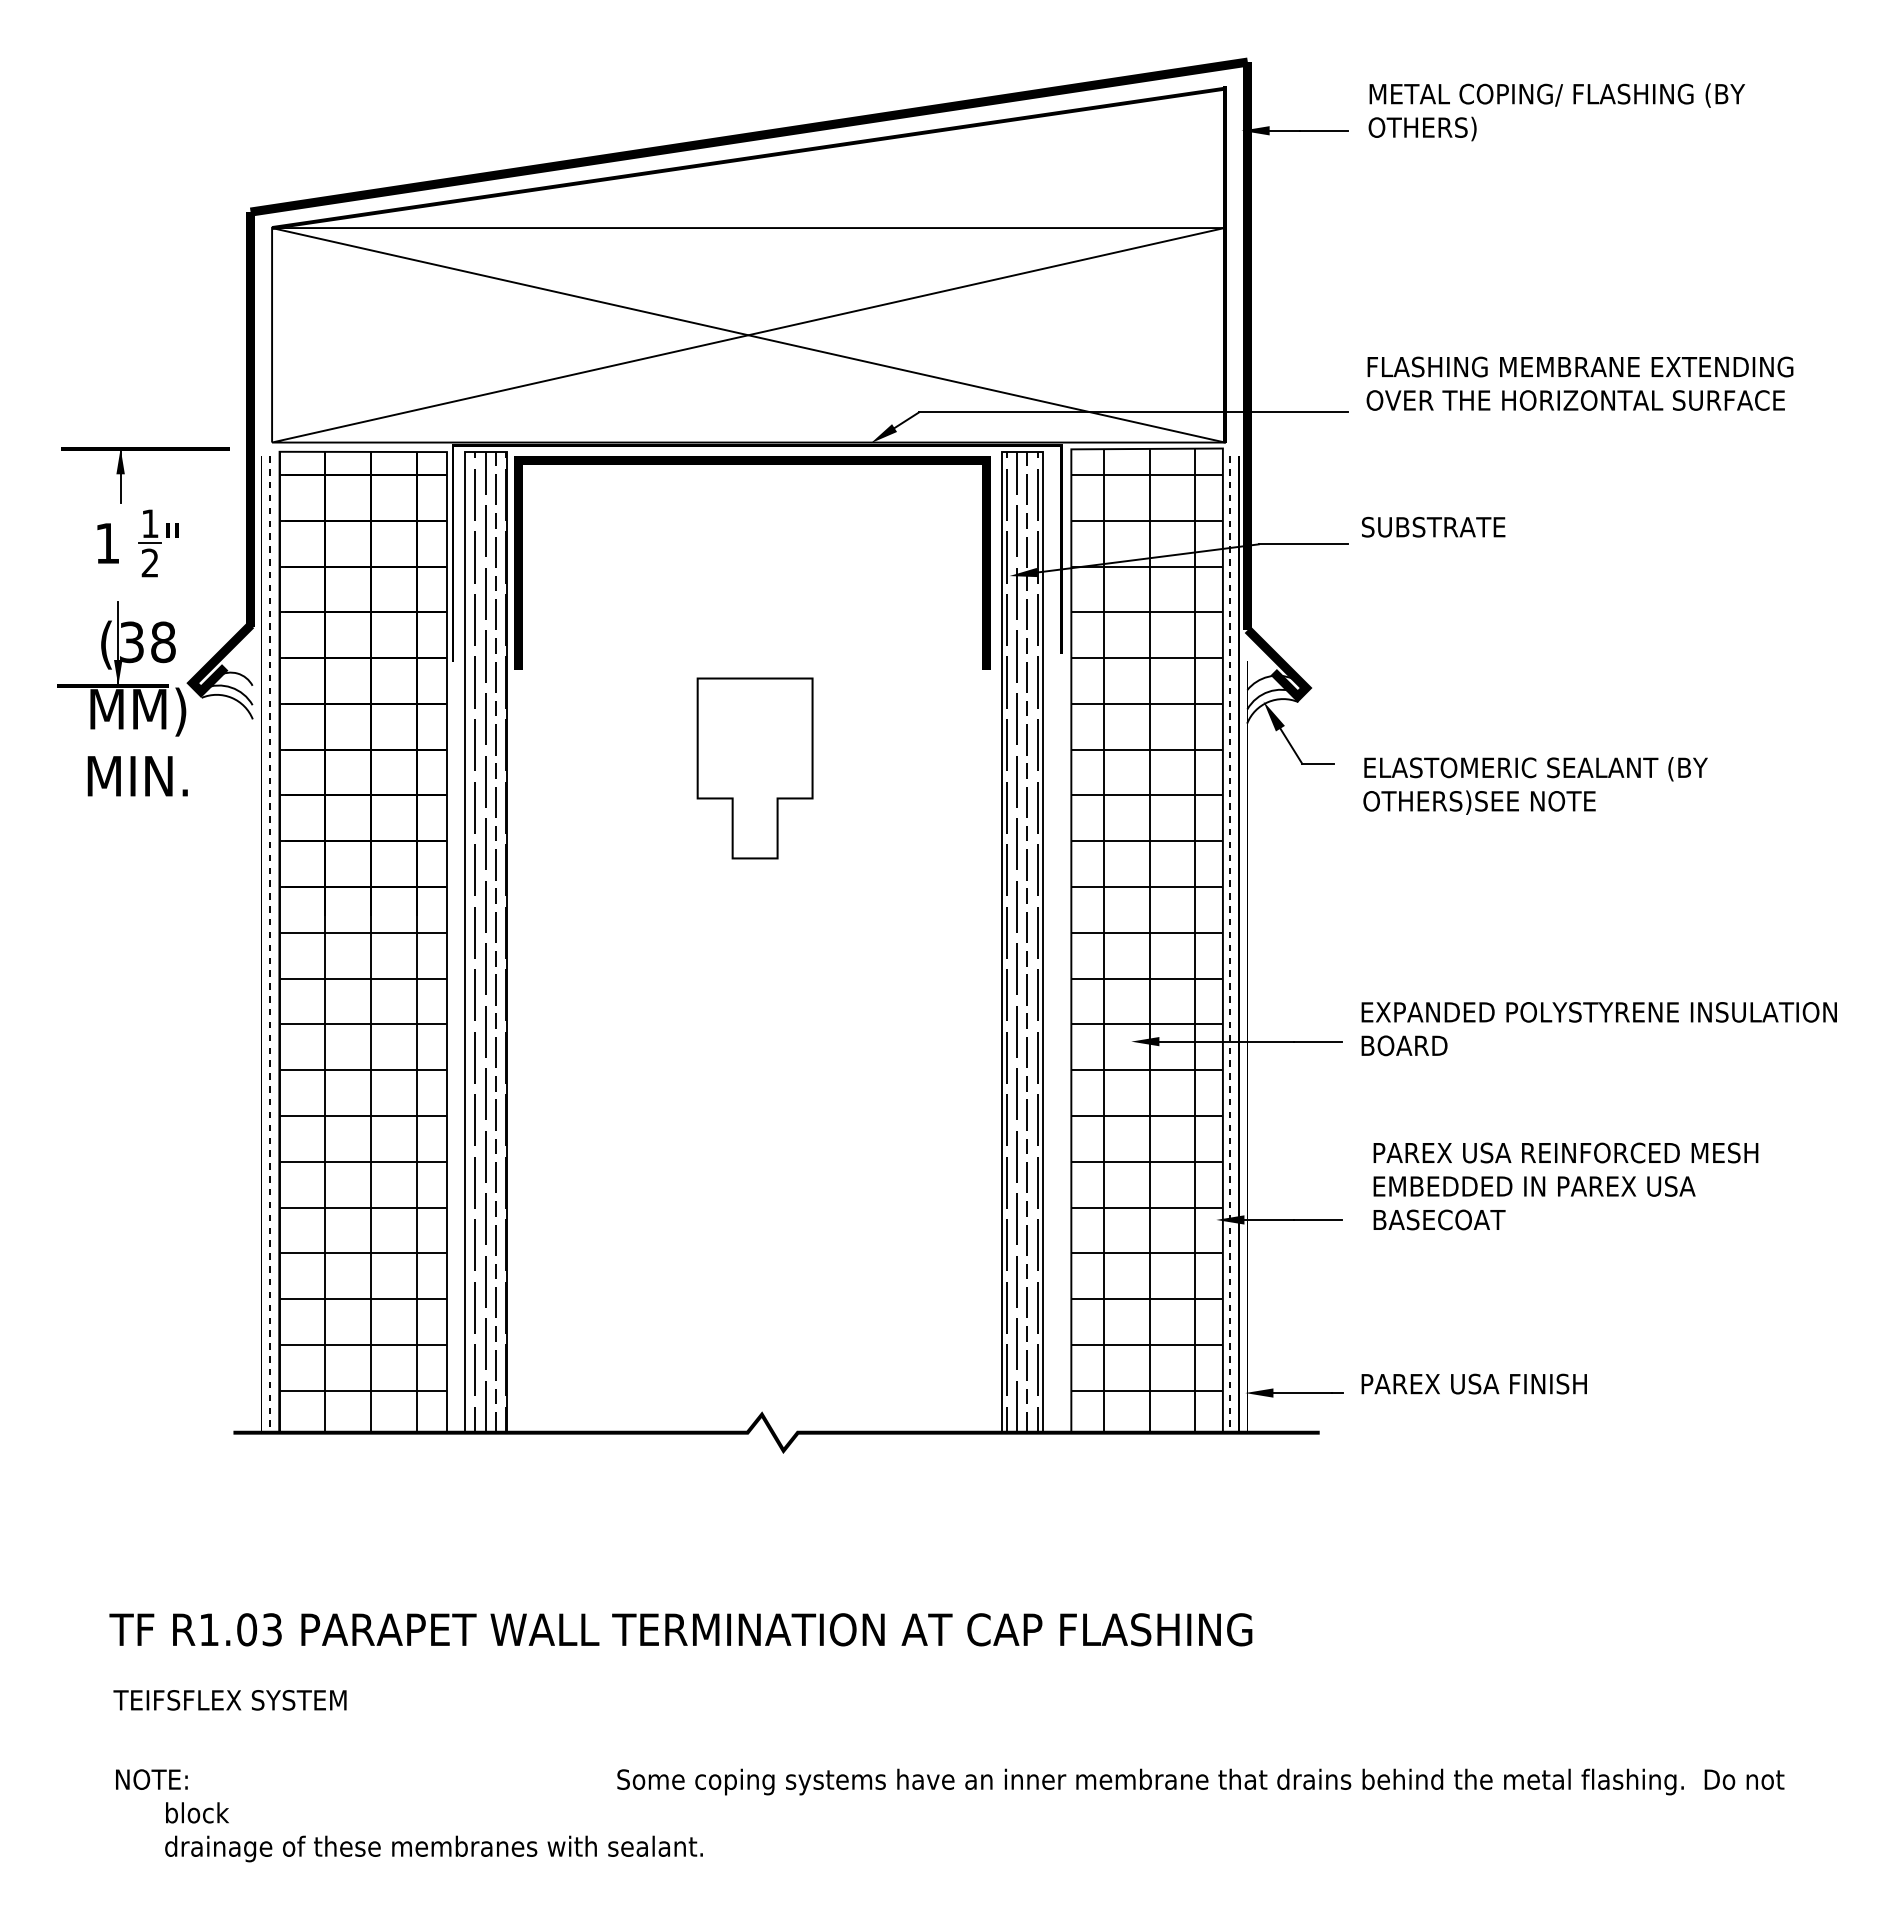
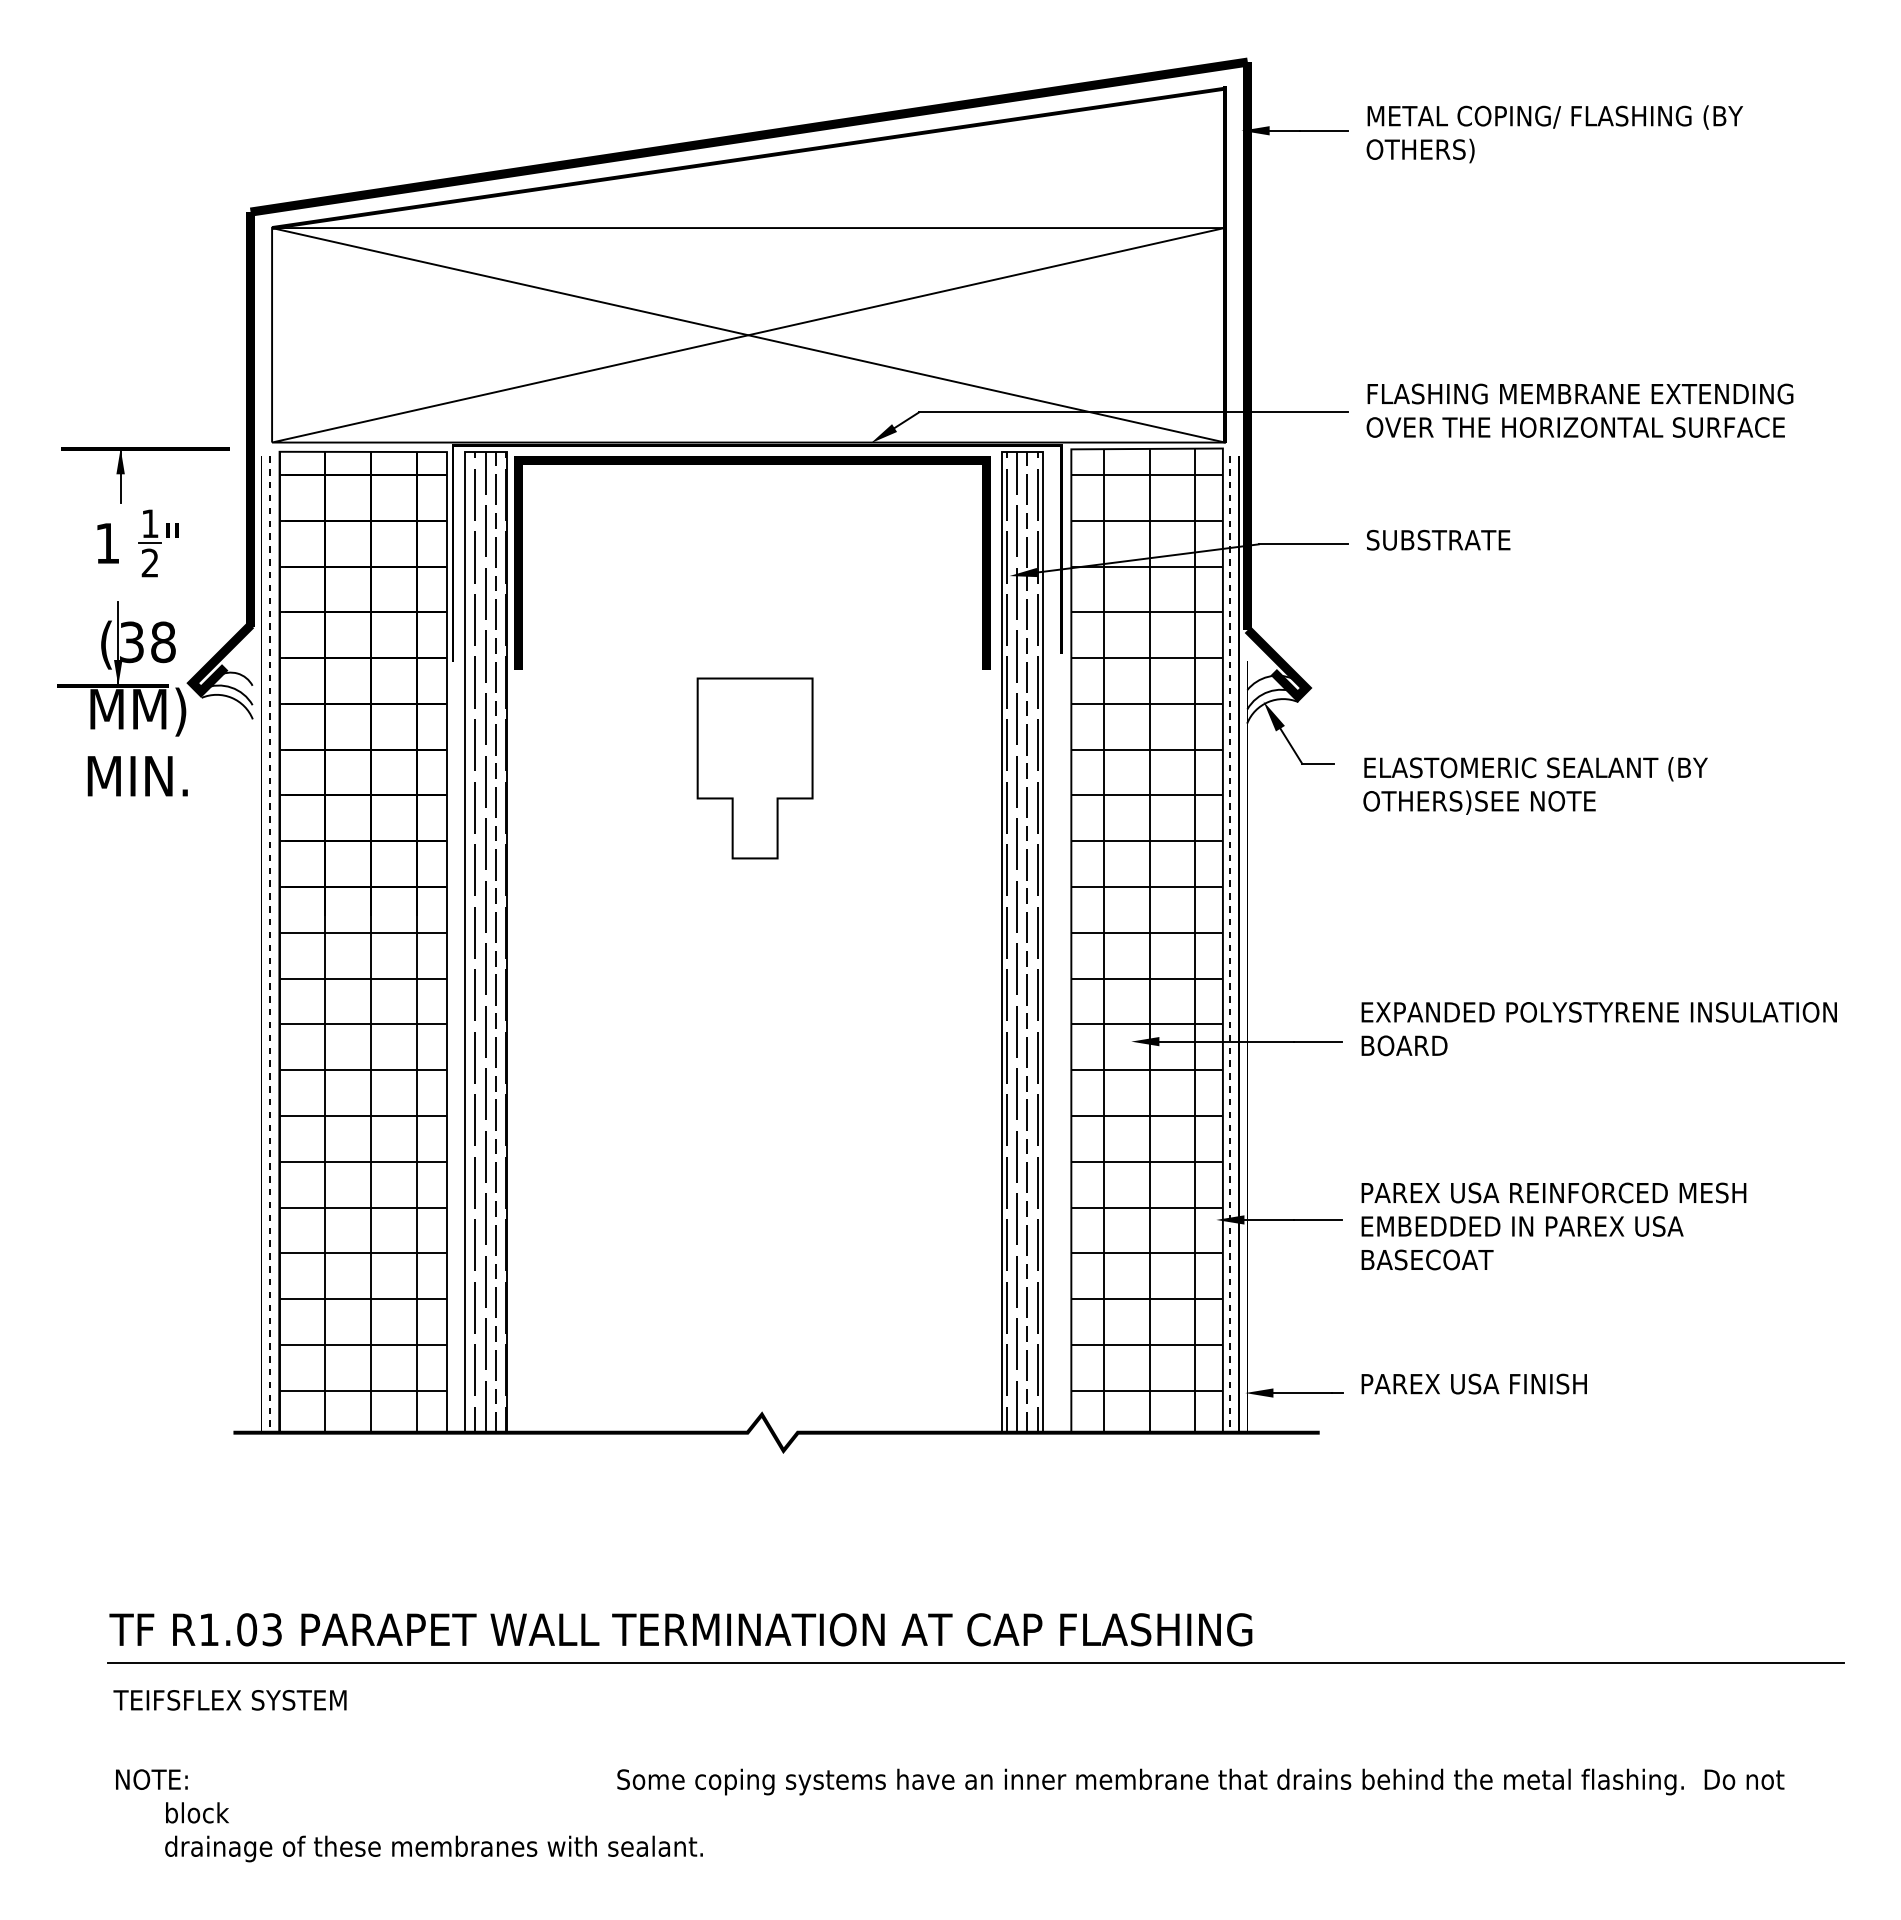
text at (1556, 112) position: (1556, 112) -> (1554, 134)
text at (1579, 383) position: (1579, 383) -> (1579, 410)
text at (1433, 526) position: (1433, 526) -> (1438, 539)
text at (1565, 1186) position: (1565, 1186) -> (1553, 1226)
line at (975, 1662): none -> present
